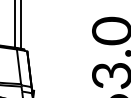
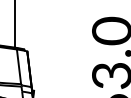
line at (20, 25): present -> none
